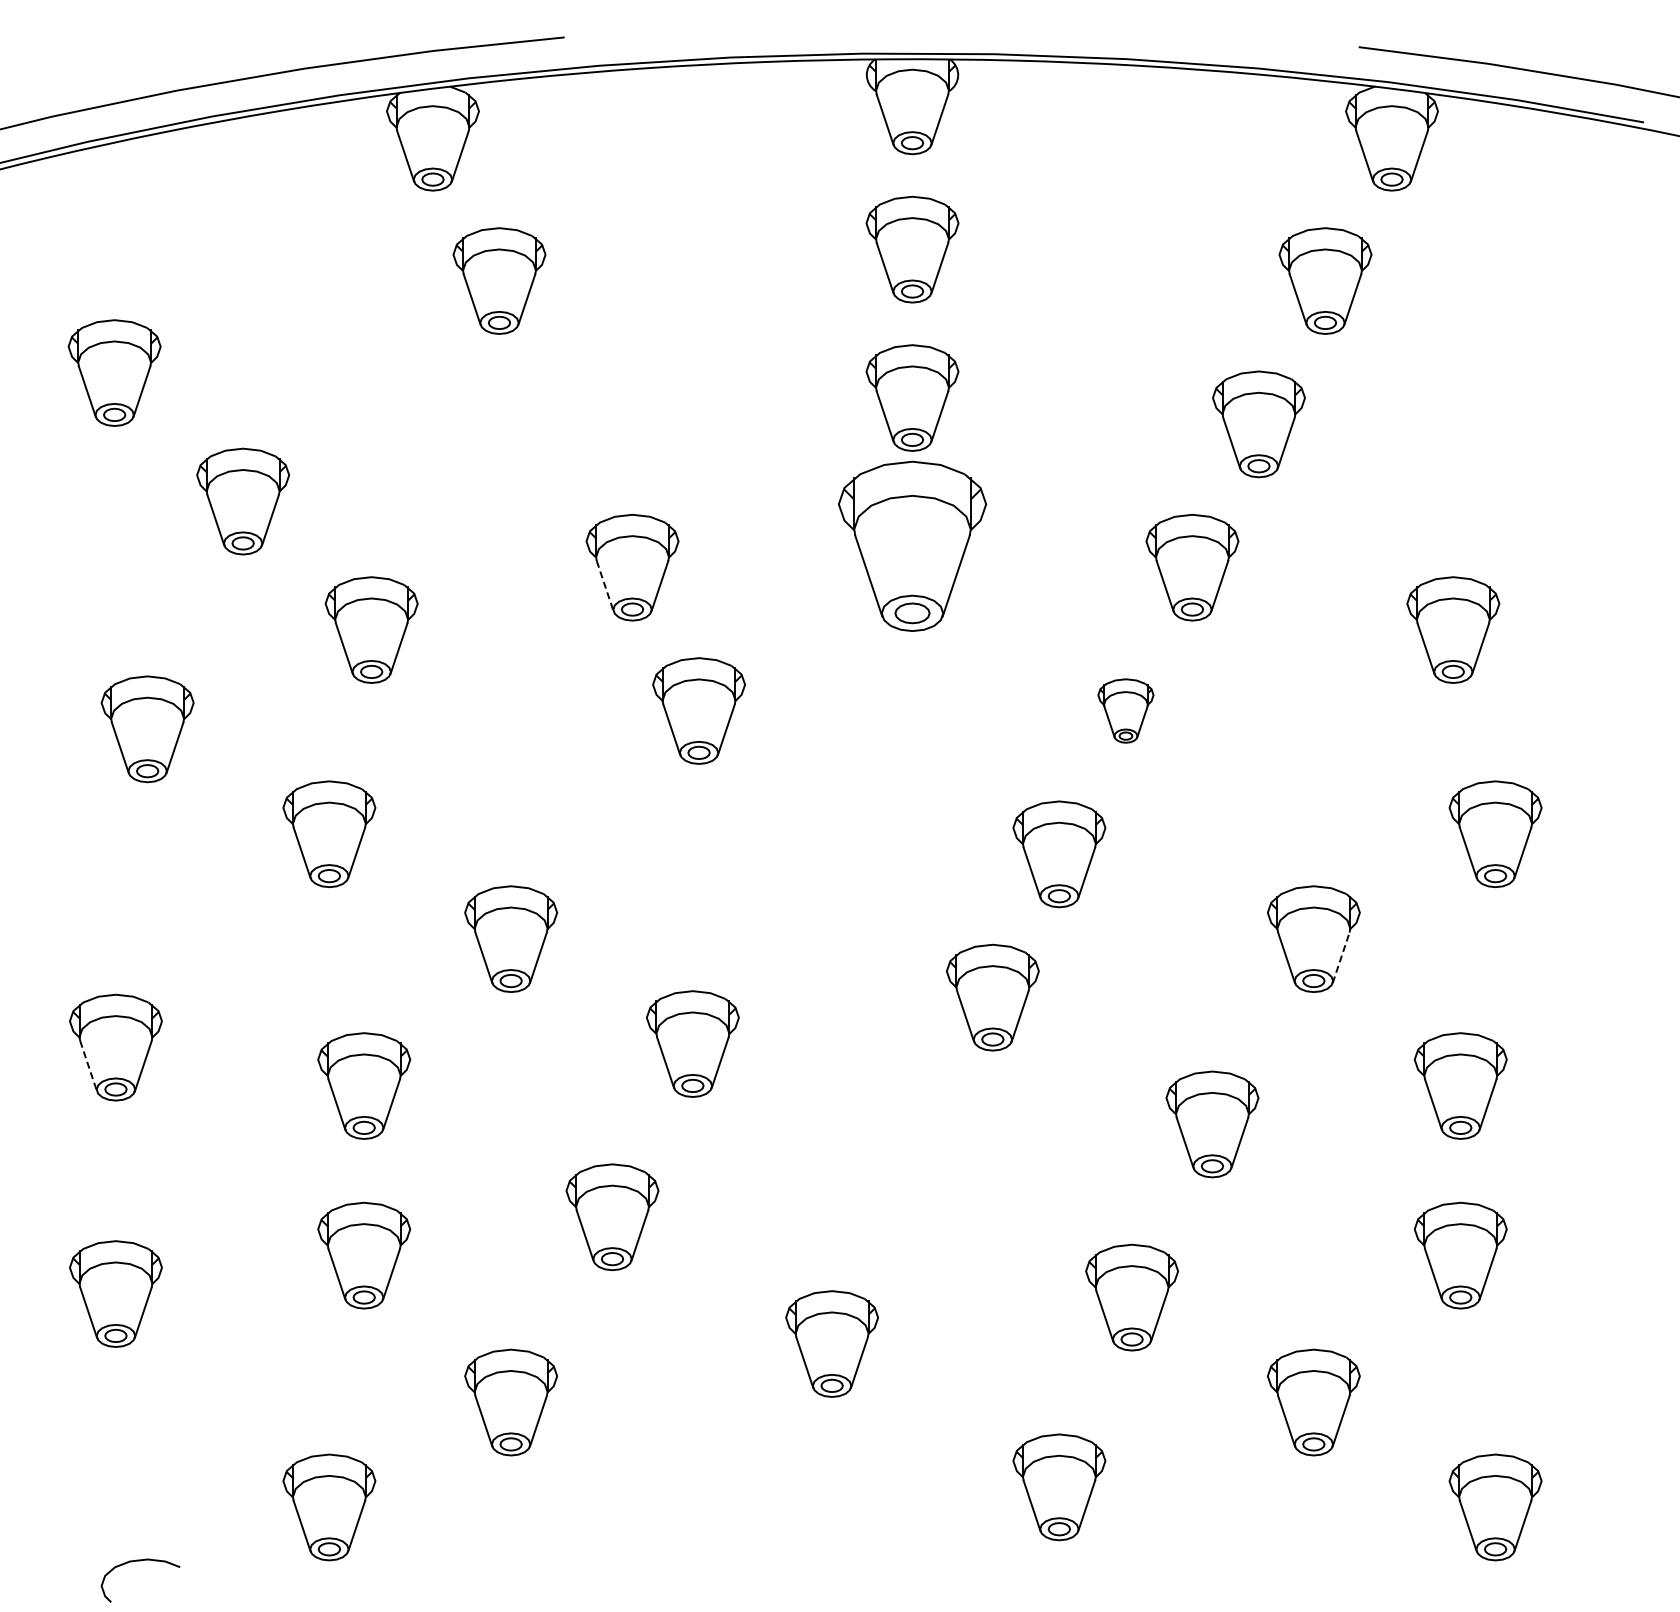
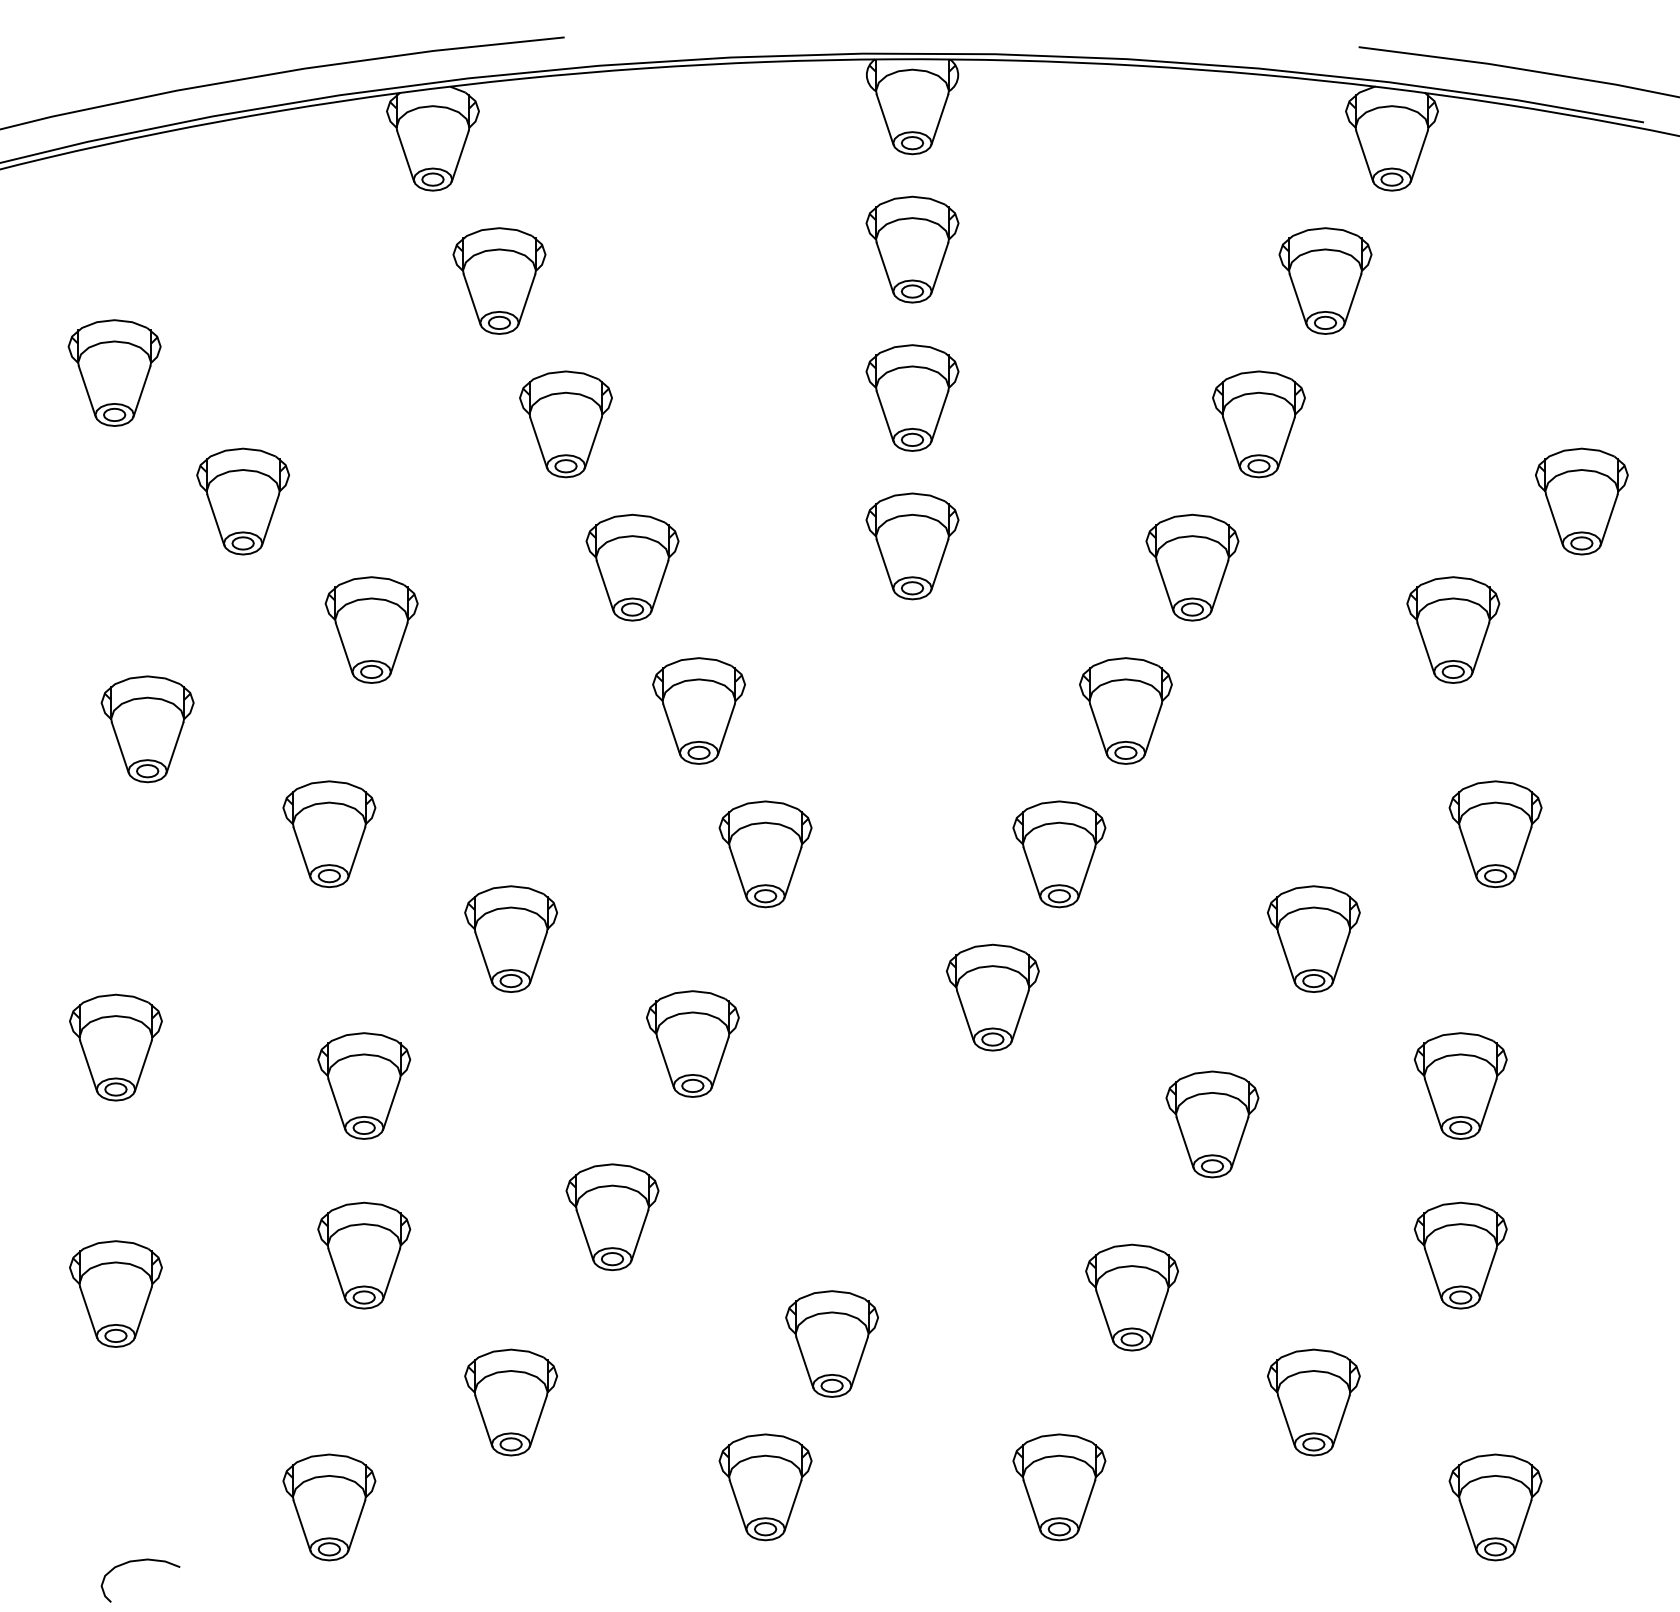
part at (565, 424): none -> present
part at (1581, 501): none -> present
part at (912, 545) size: 150x172 px -> 95x109 px
line at (605, 586): dashed -> solid
part at (1125, 710) size: 58x66 px -> 94x108 px
part at (765, 854): none -> present
line at (1341, 957): dashed -> solid
line at (88, 1066): dashed -> solid
part at (765, 1487): none -> present
